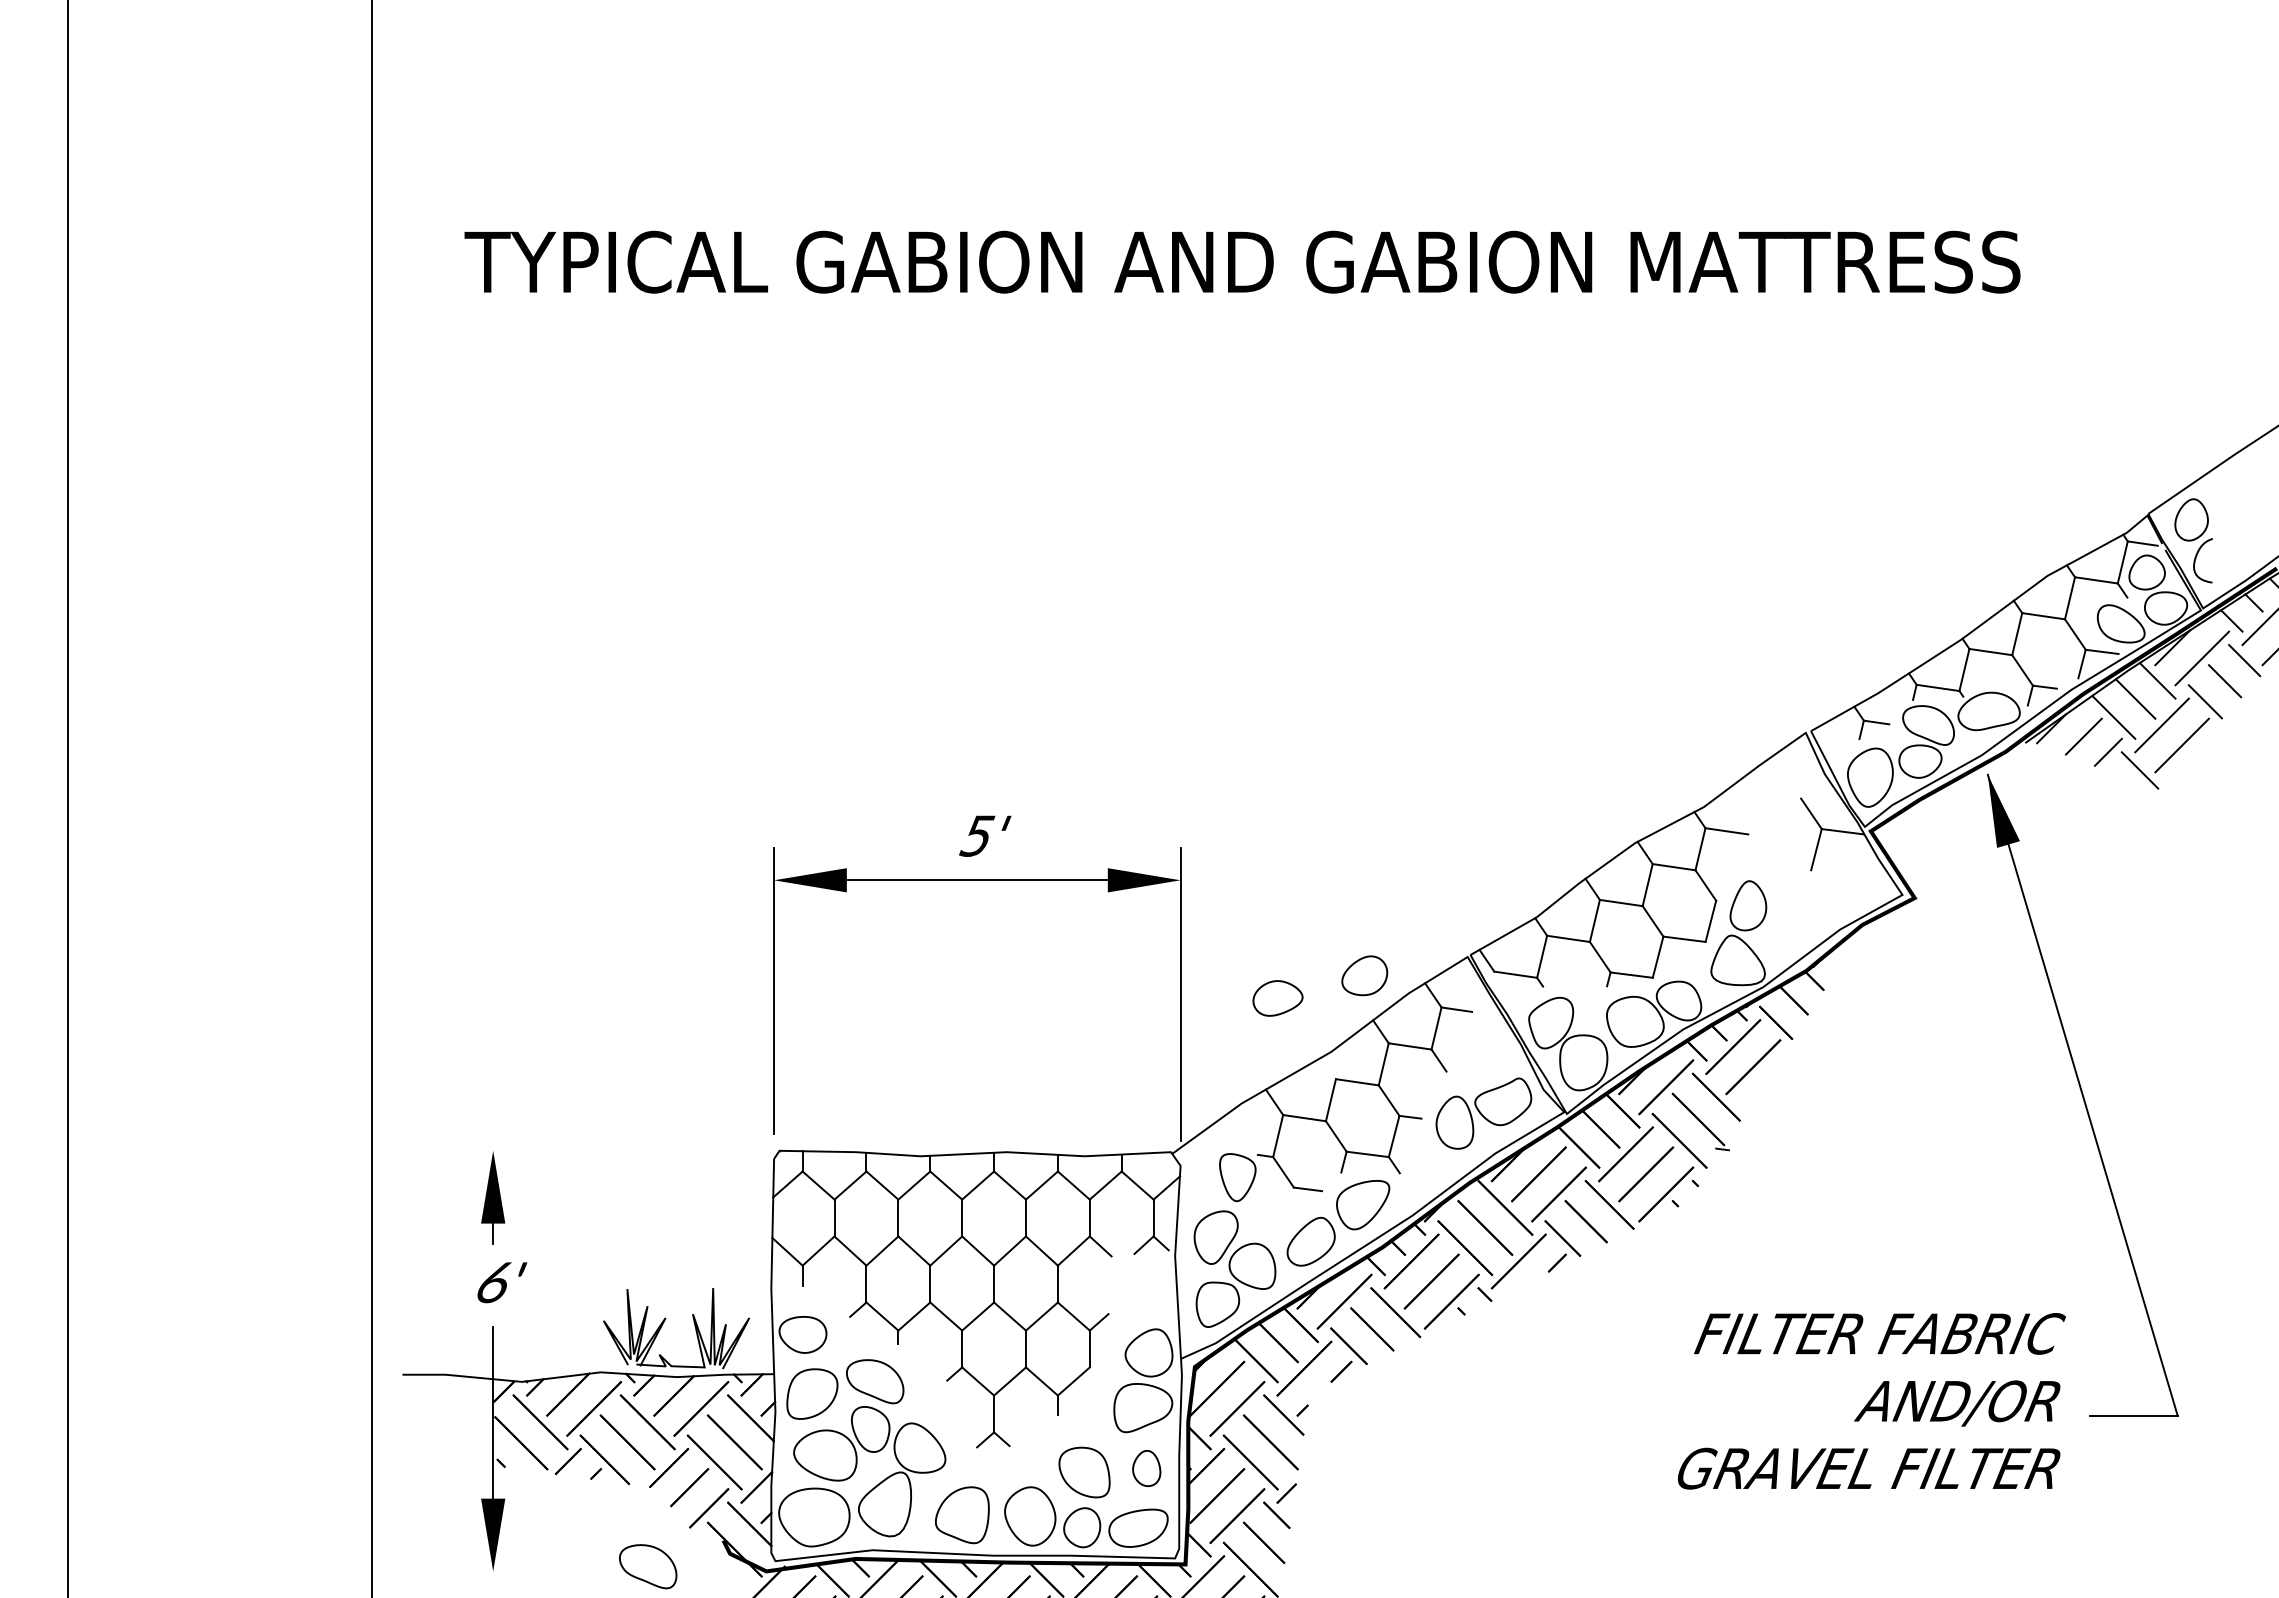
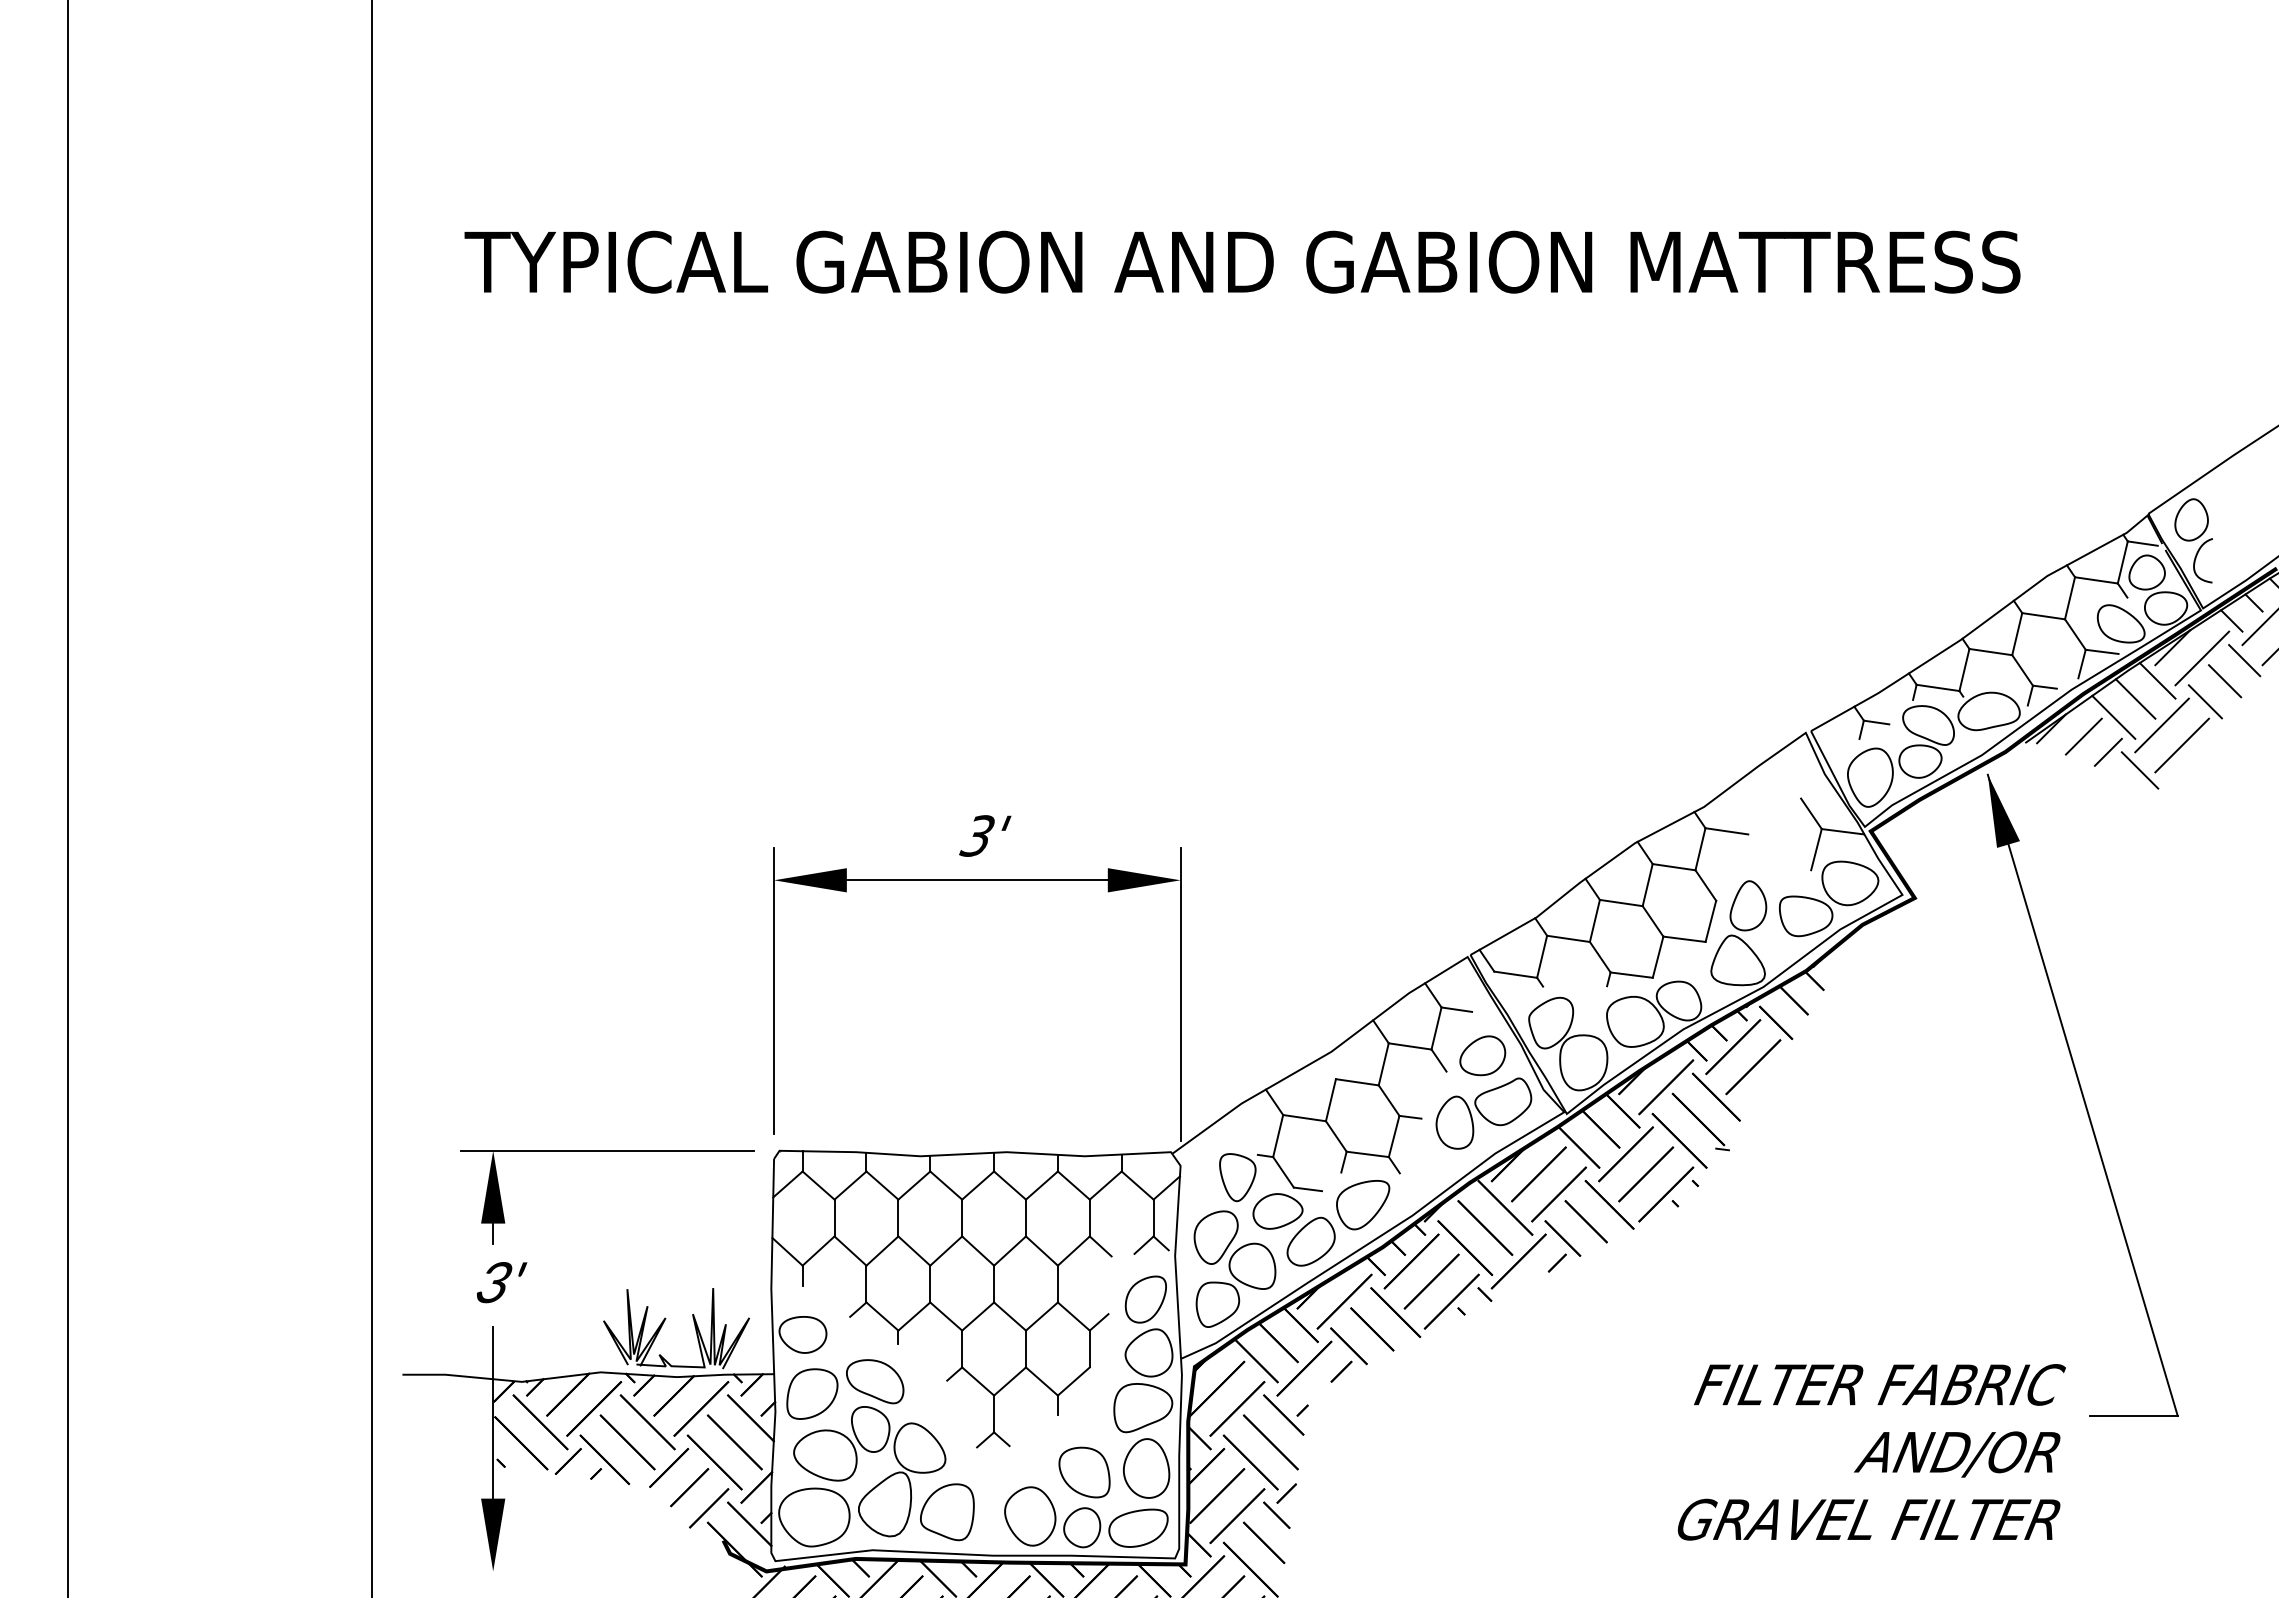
text at (977, 835): 5' -> 3'
part at (1828, 898): none -> present
part at (1364, 975) position: (1364, 975) -> (1482, 1055)
part at (1277, 998) position: (1277, 998) -> (1277, 1211)
line at (607, 1150): none -> present
text at (494, 1282): 6' -> 3'
part at (1145, 1299): none -> present
text at (1871, 1401) position: (1871, 1401) -> (1871, 1452)
part at (1146, 1468) size: 30x37 px -> 48x61 px
part at (962, 1515) position: (962, 1515) -> (947, 1512)
part at (648, 1566): present -> none
